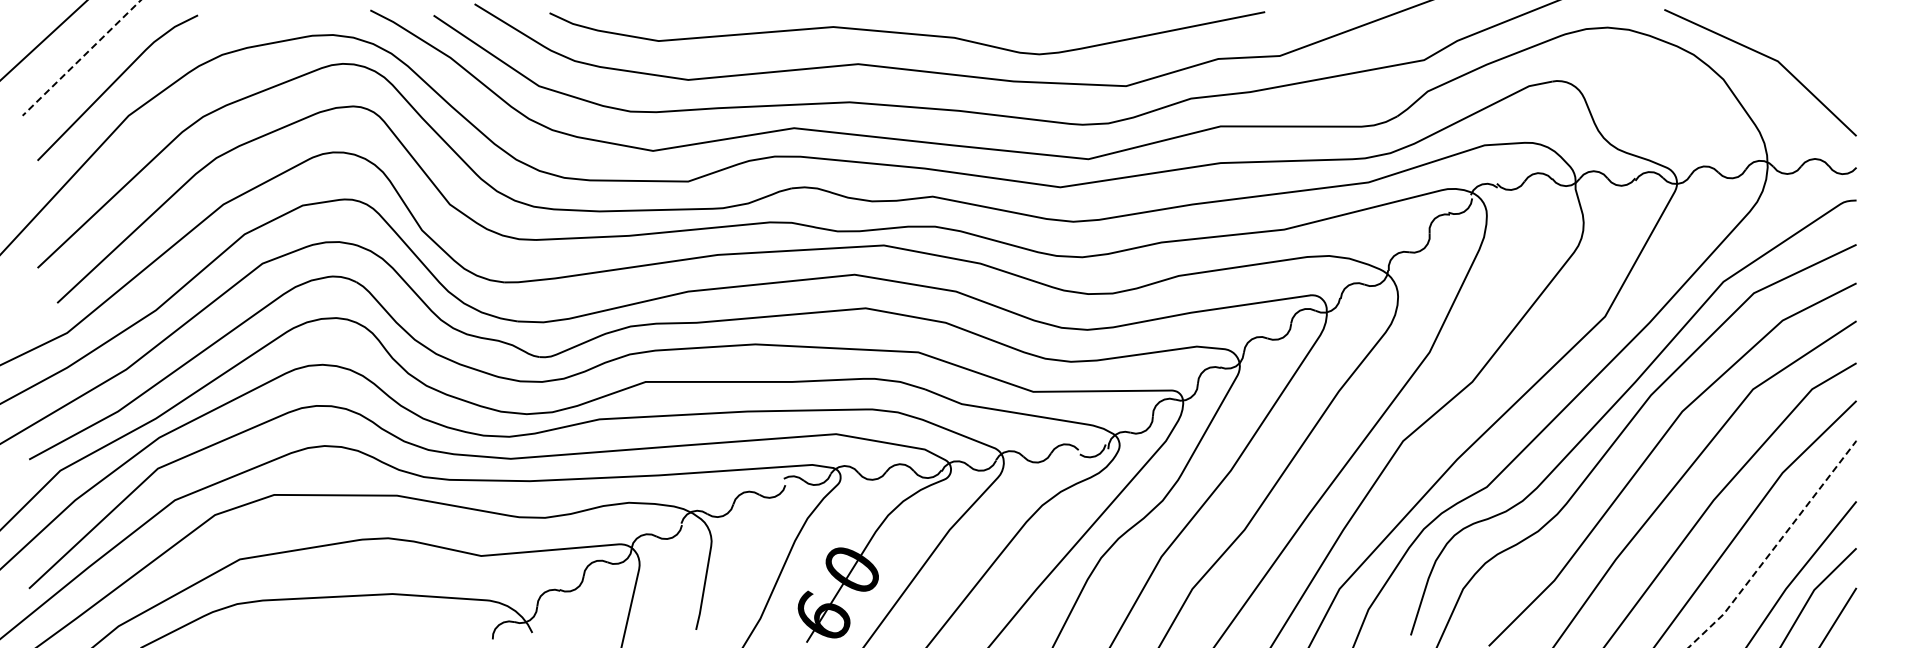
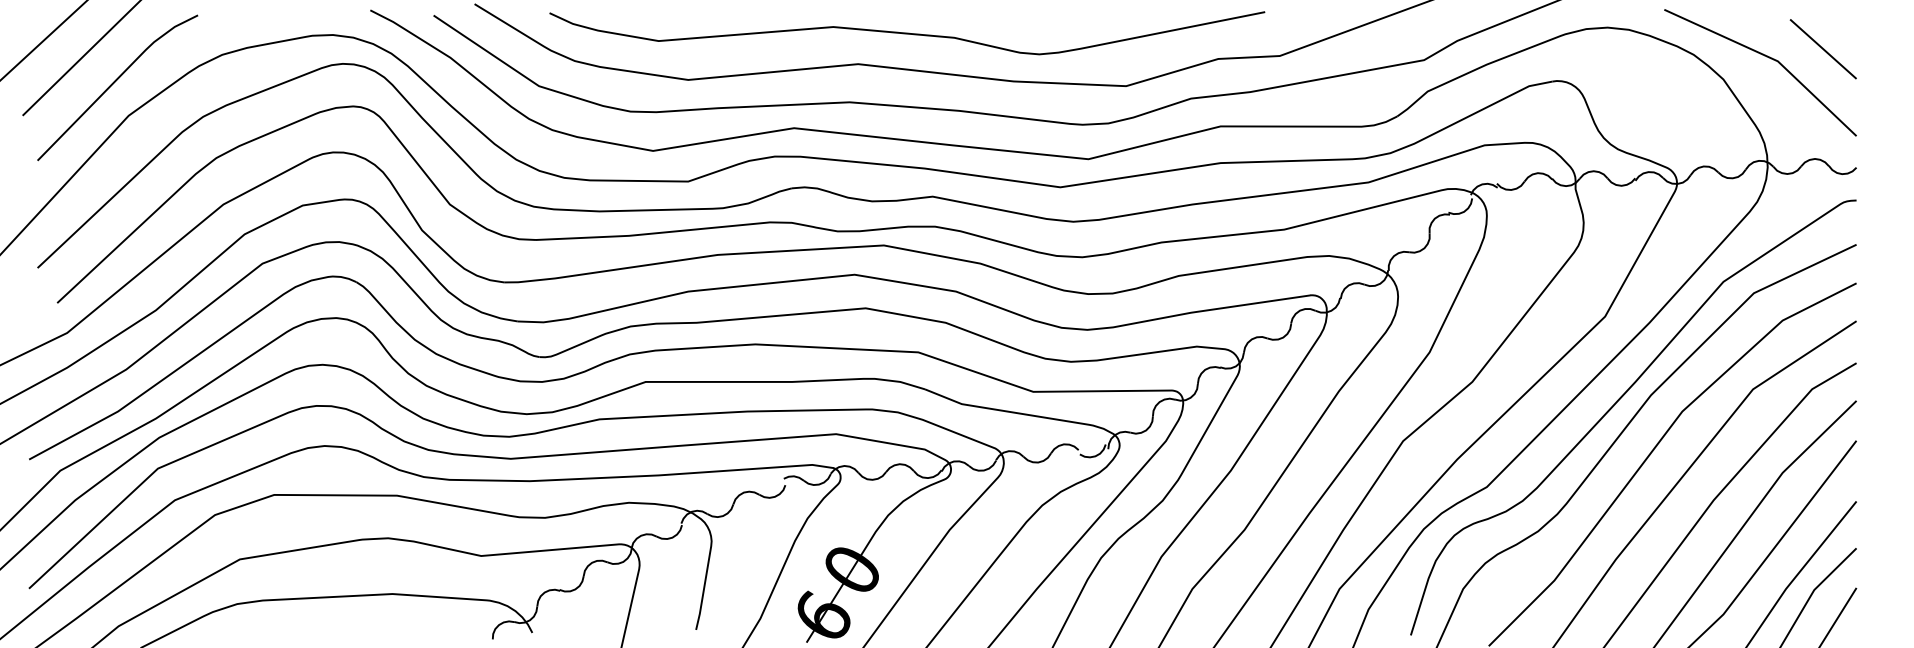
line at (1822, 49): none -> present
line at (81, 58): dashed -> solid
line at (1775, 546): dashed -> solid
